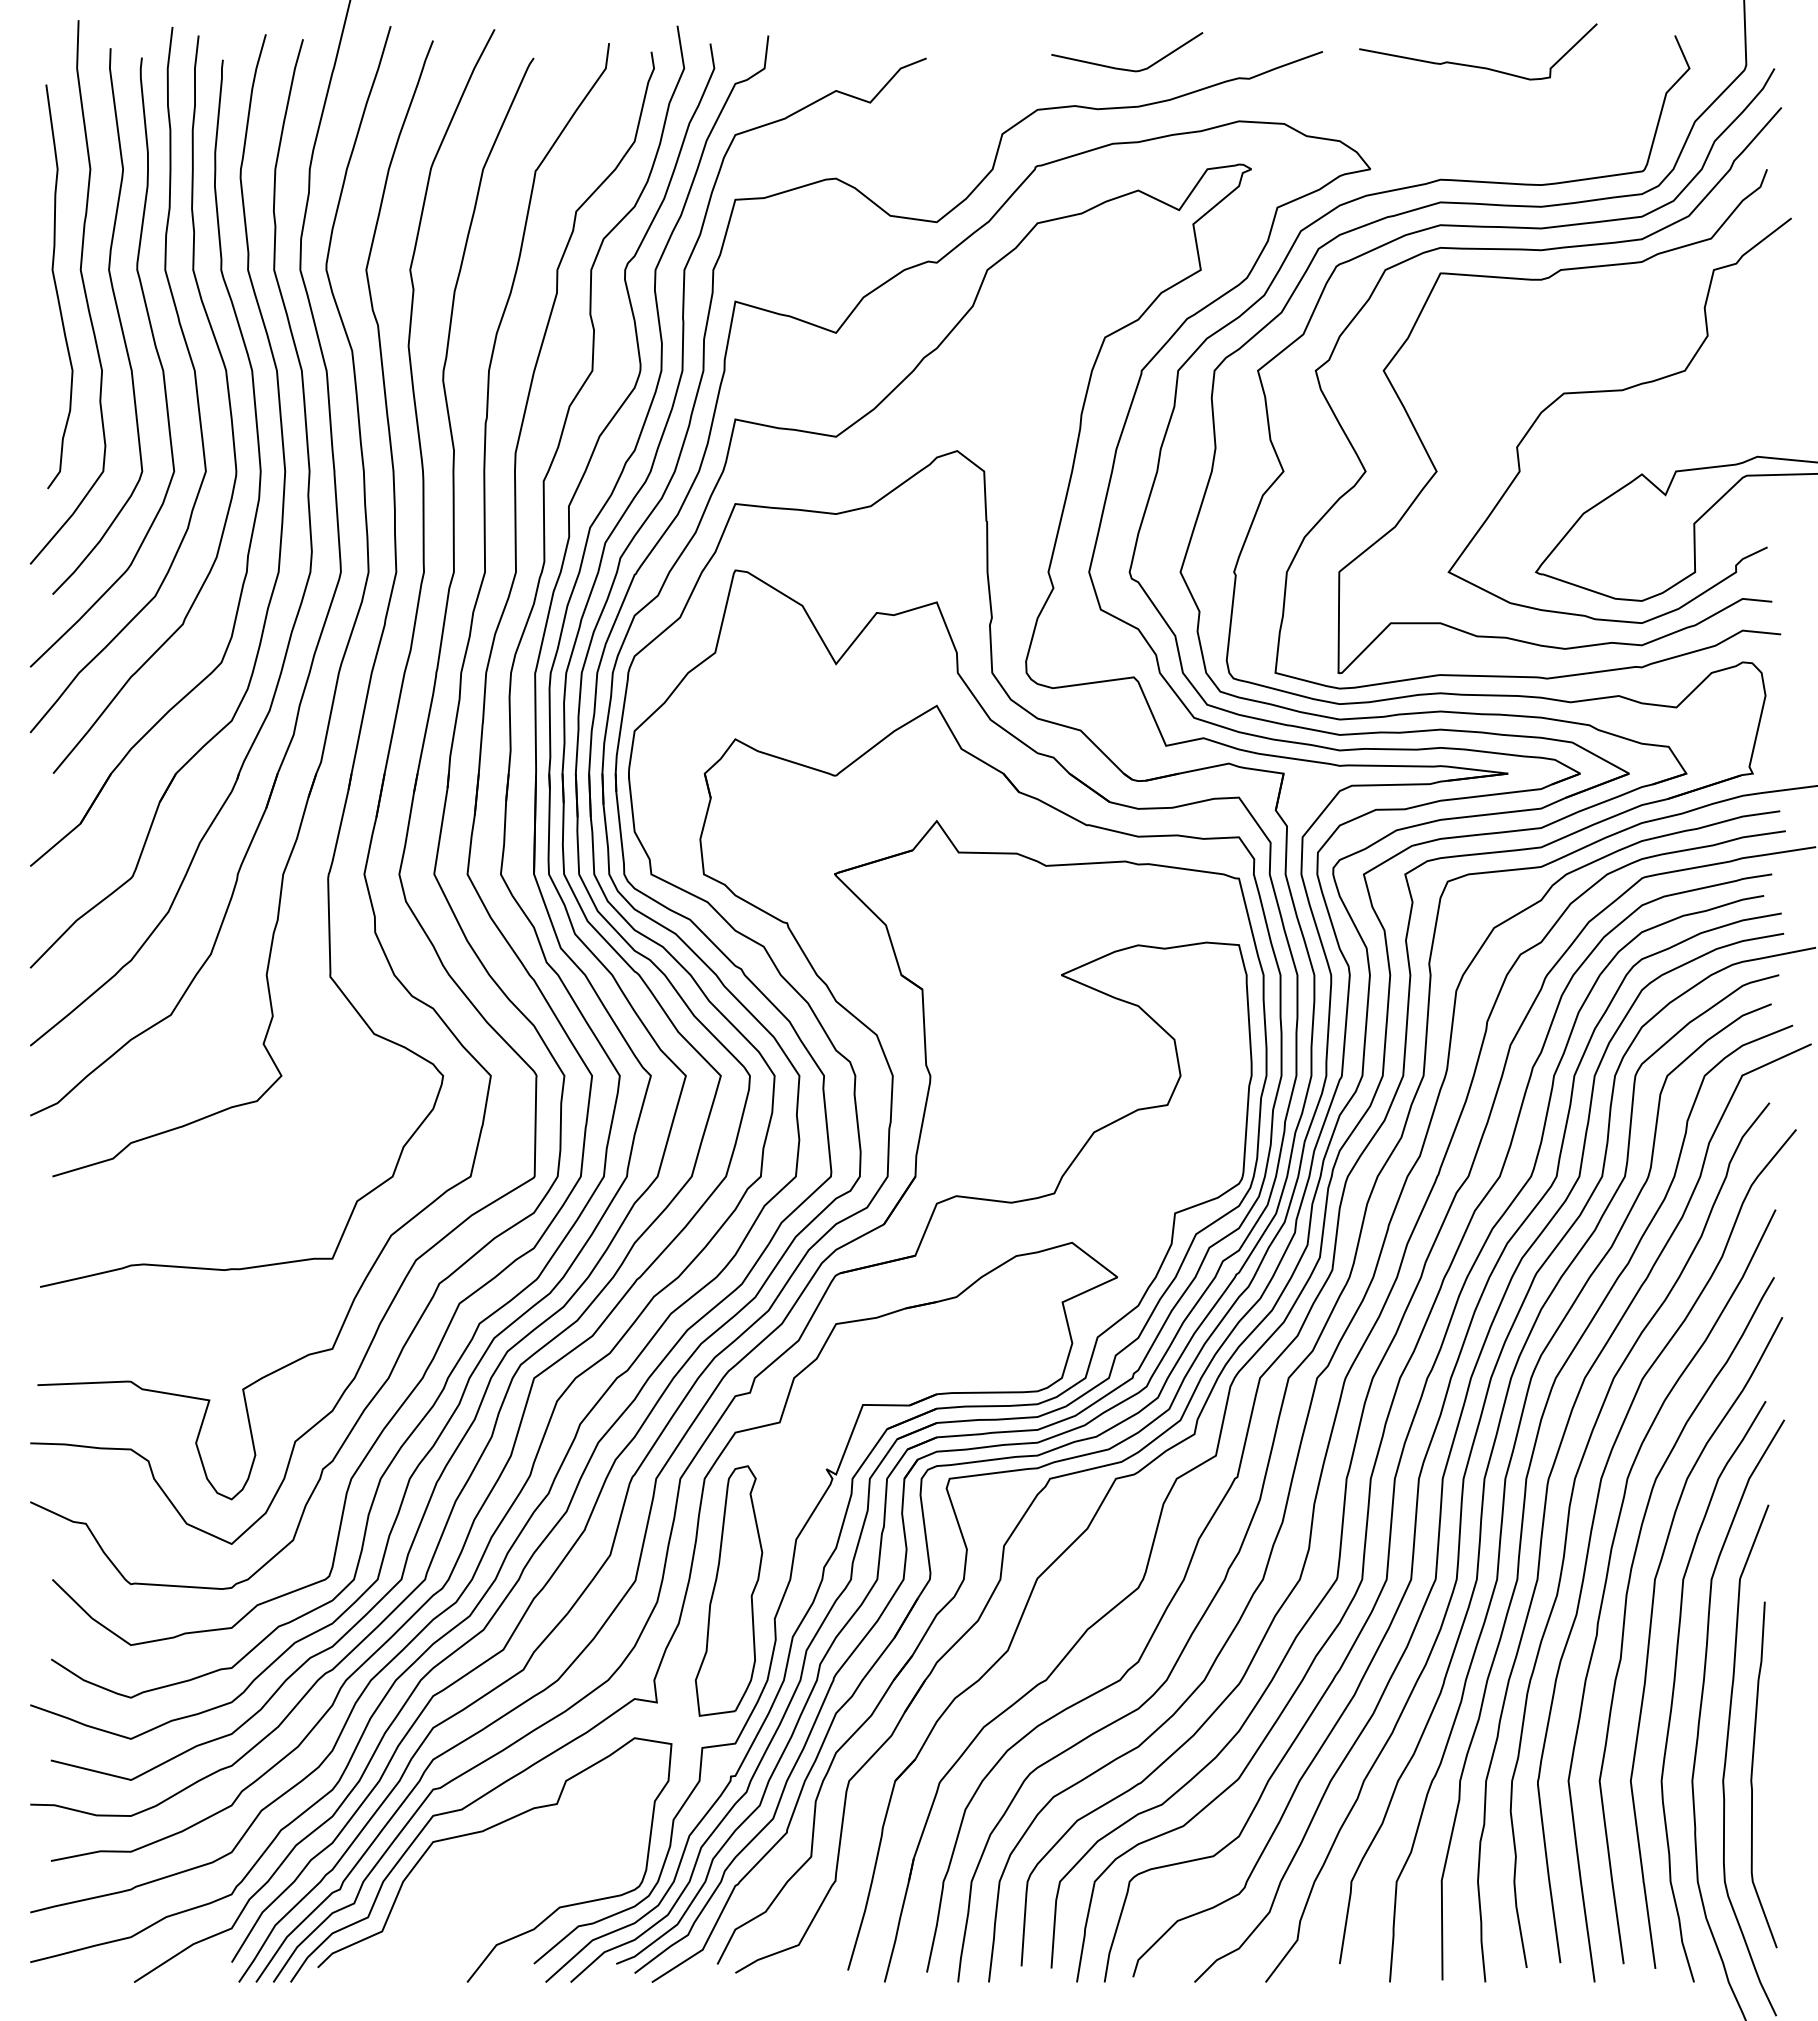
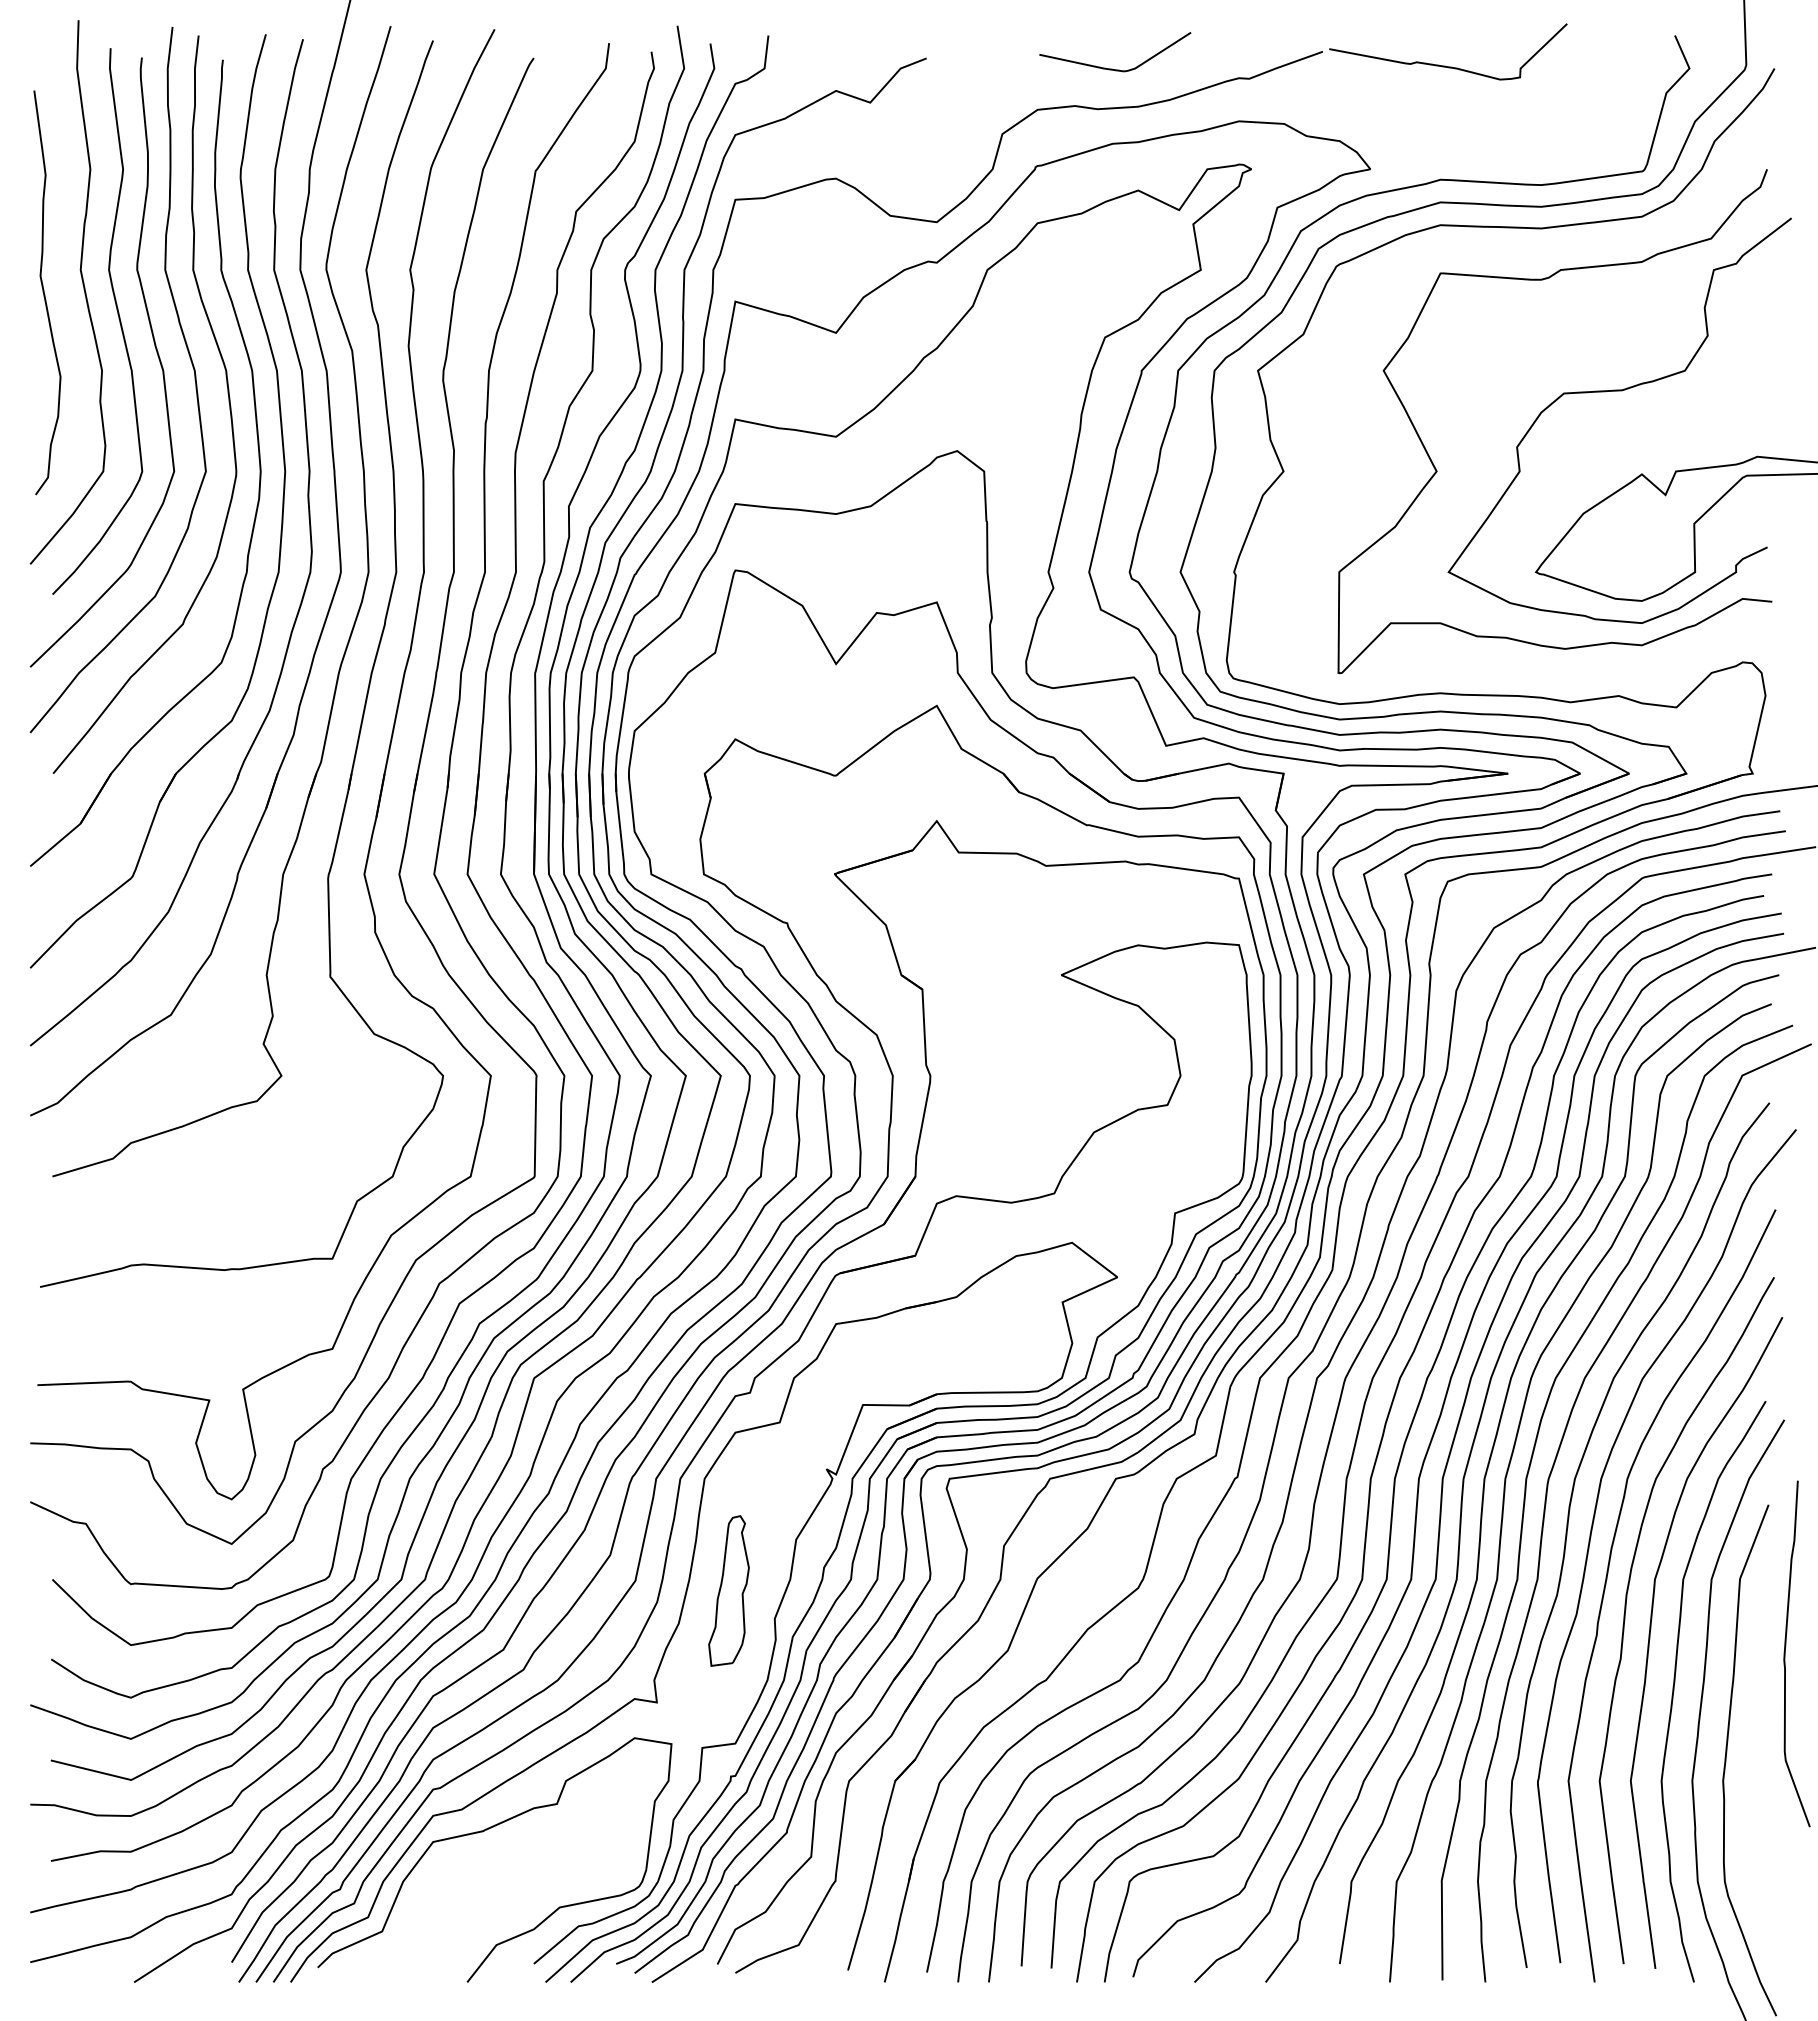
curve at (1475, 65) position: (1475, 65) -> (1445, 65)
curve at (1124, 68) position: (1124, 68) -> (1112, 68)
curve at (1539, 251): present -> none
curve at (57, 288) position: (57, 288) -> (45, 294)
part at (728, 1590) size: 70x252 px -> 42x152 px
curve at (1752, 1774) position: (1752, 1774) -> (1785, 1653)
